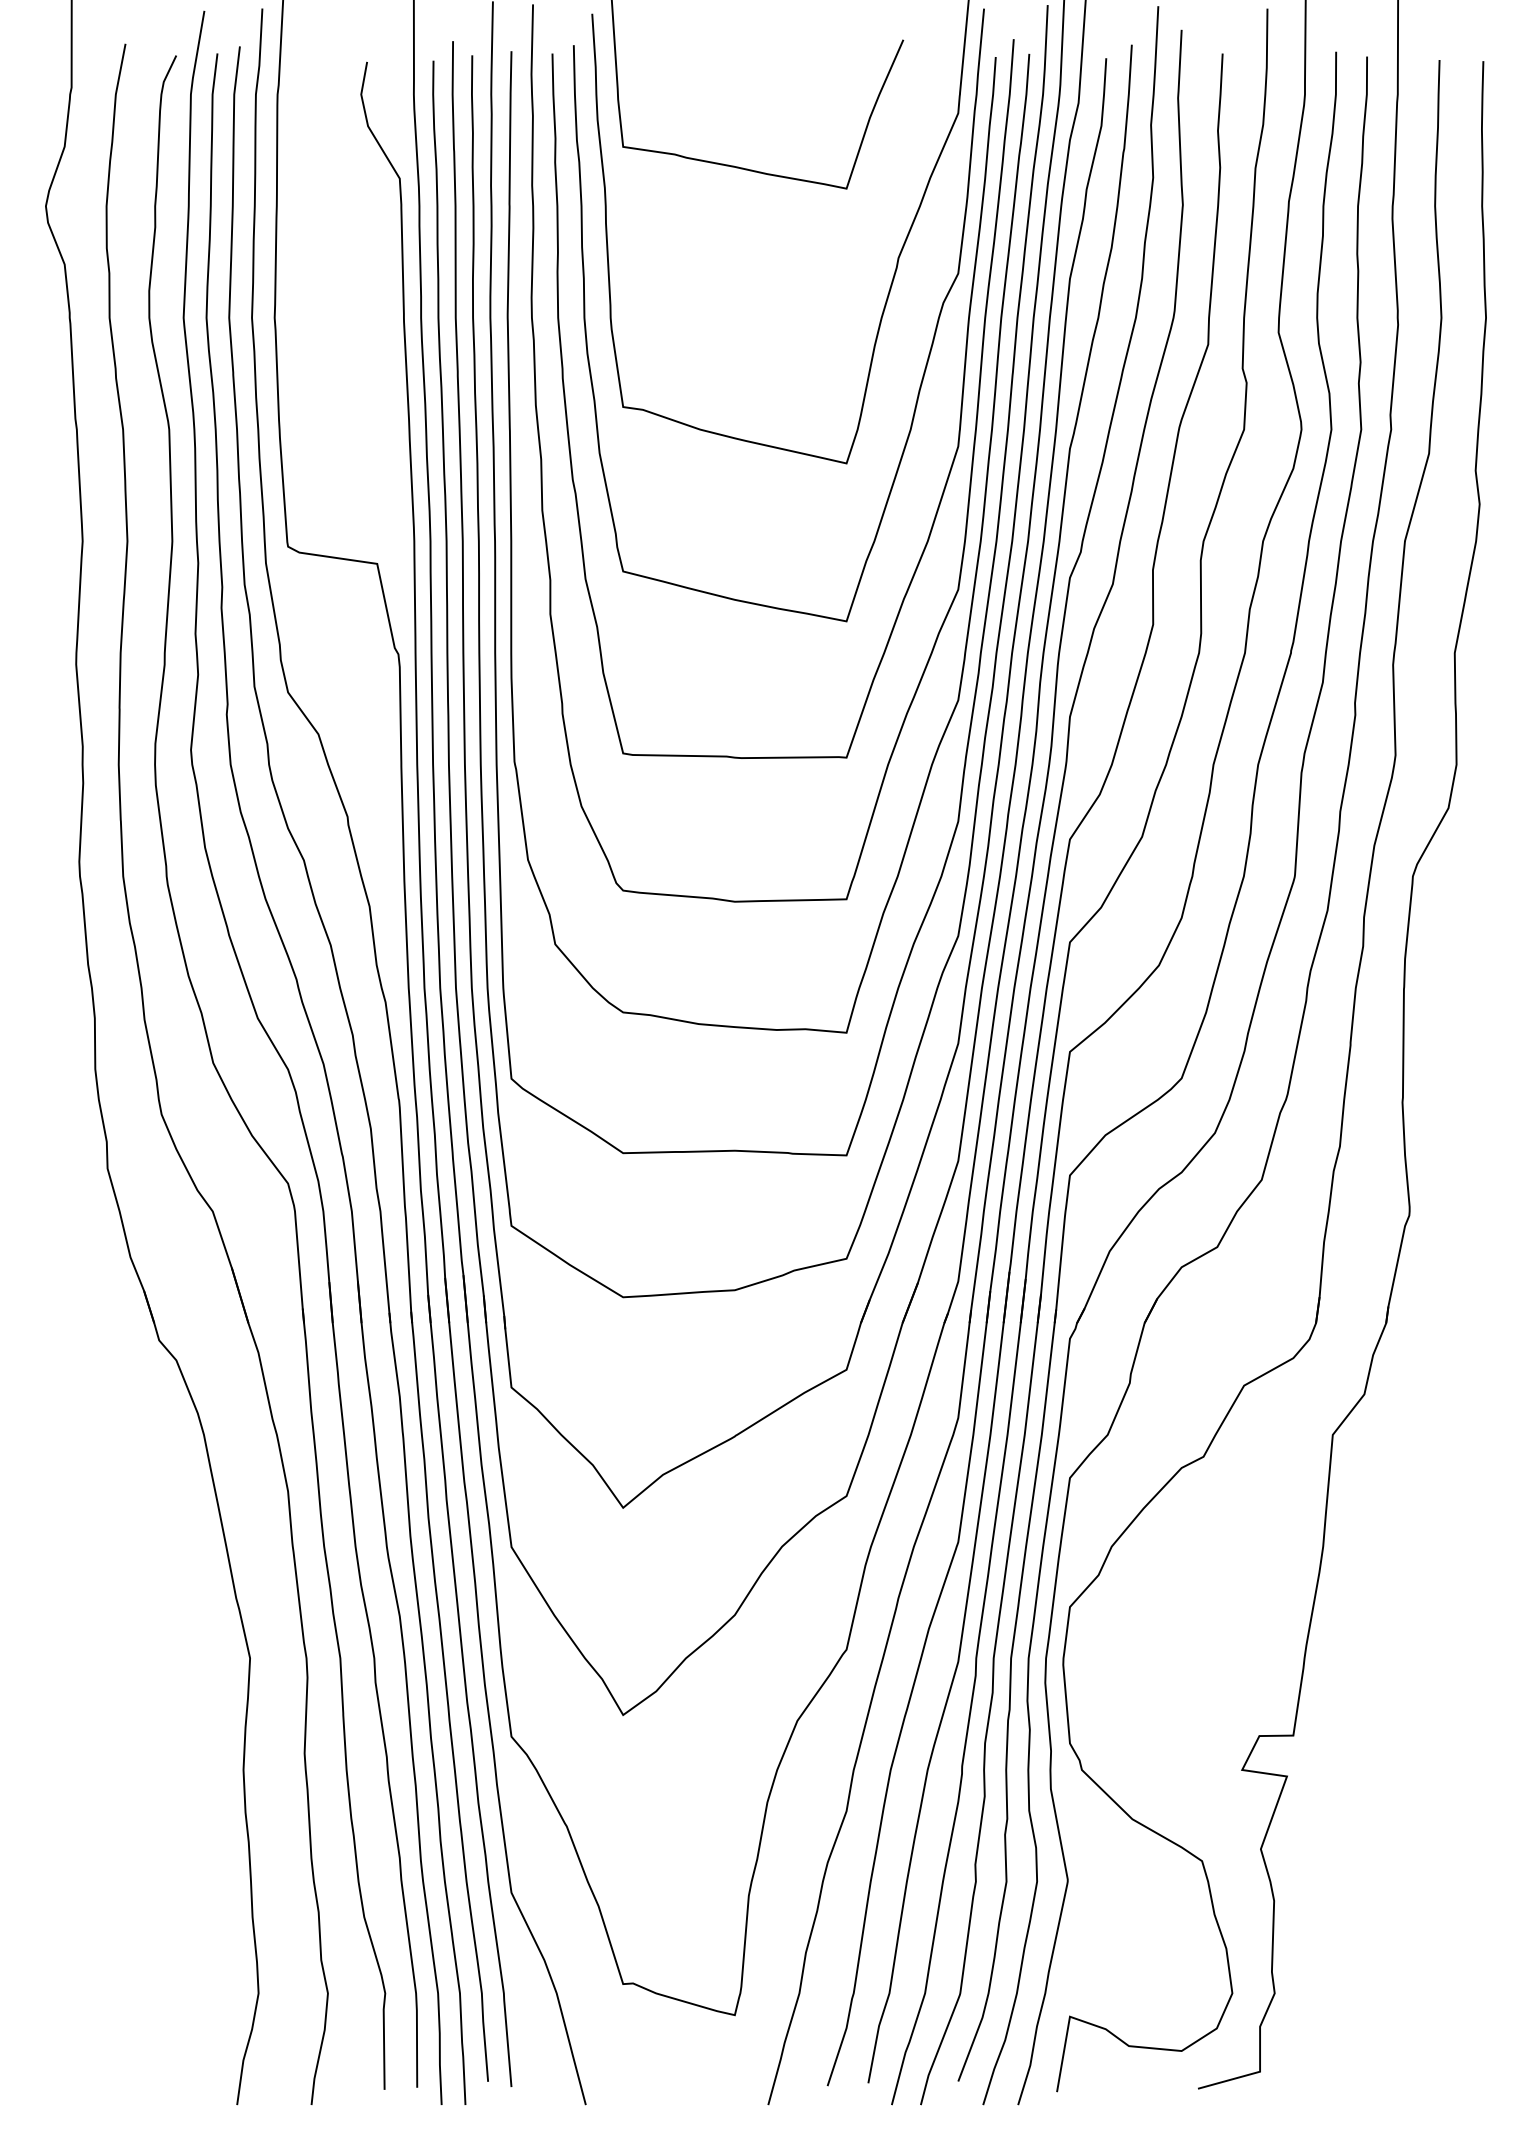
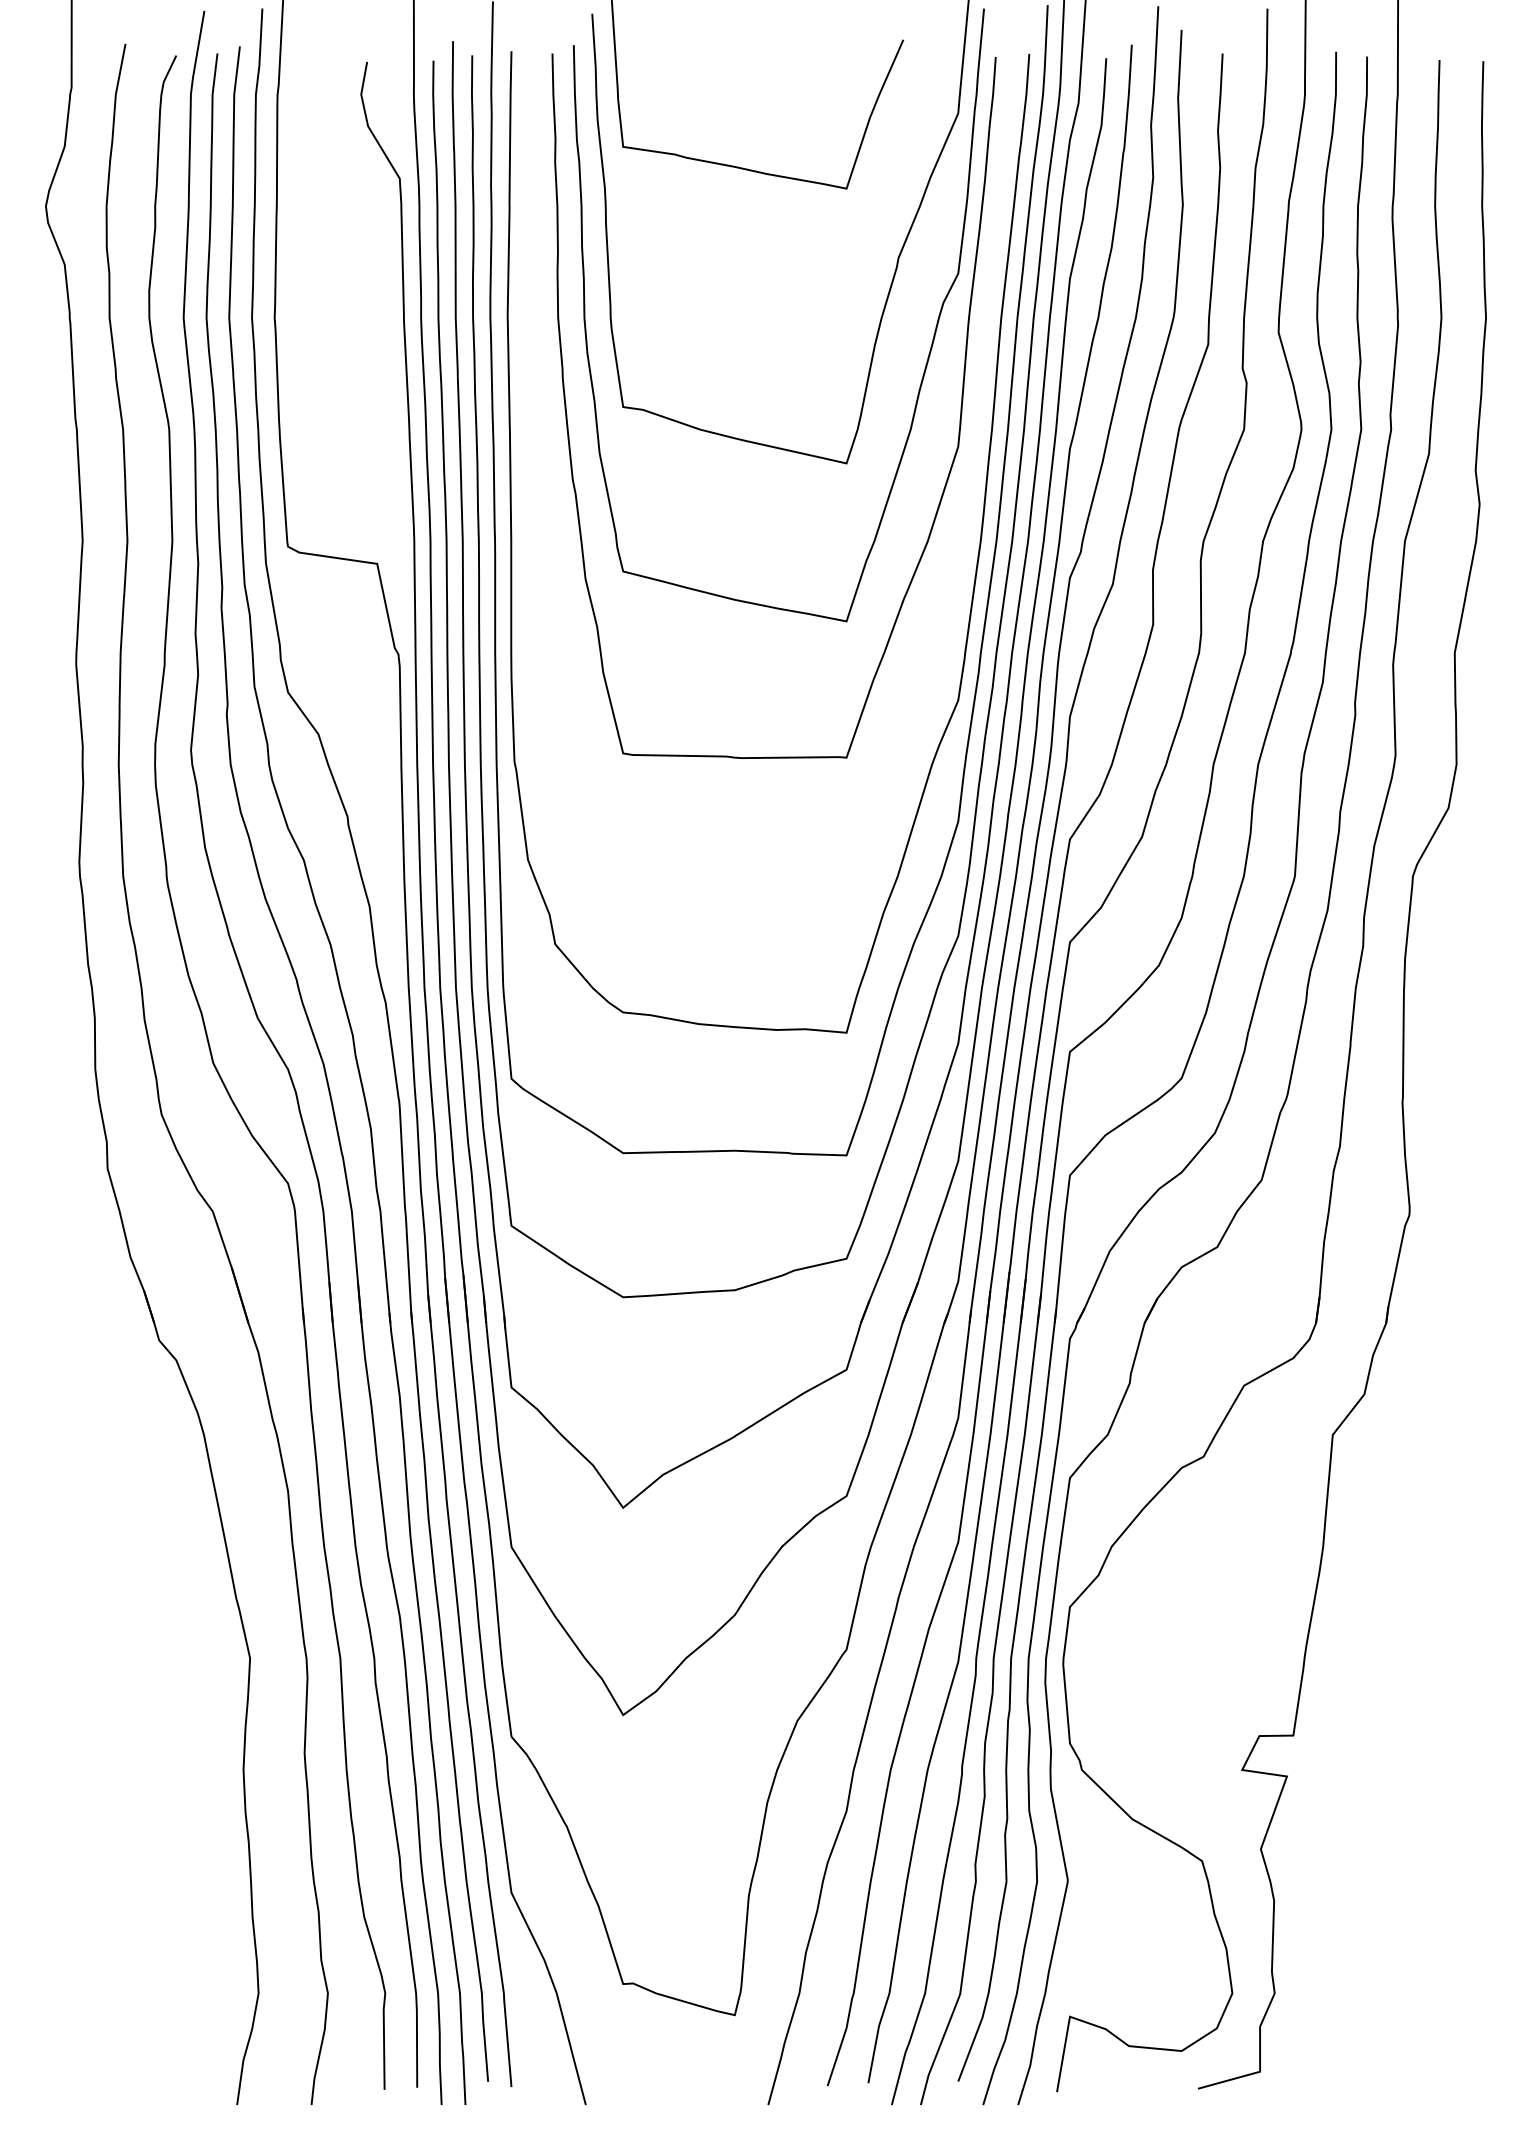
curve at (970, 471): present -> none
